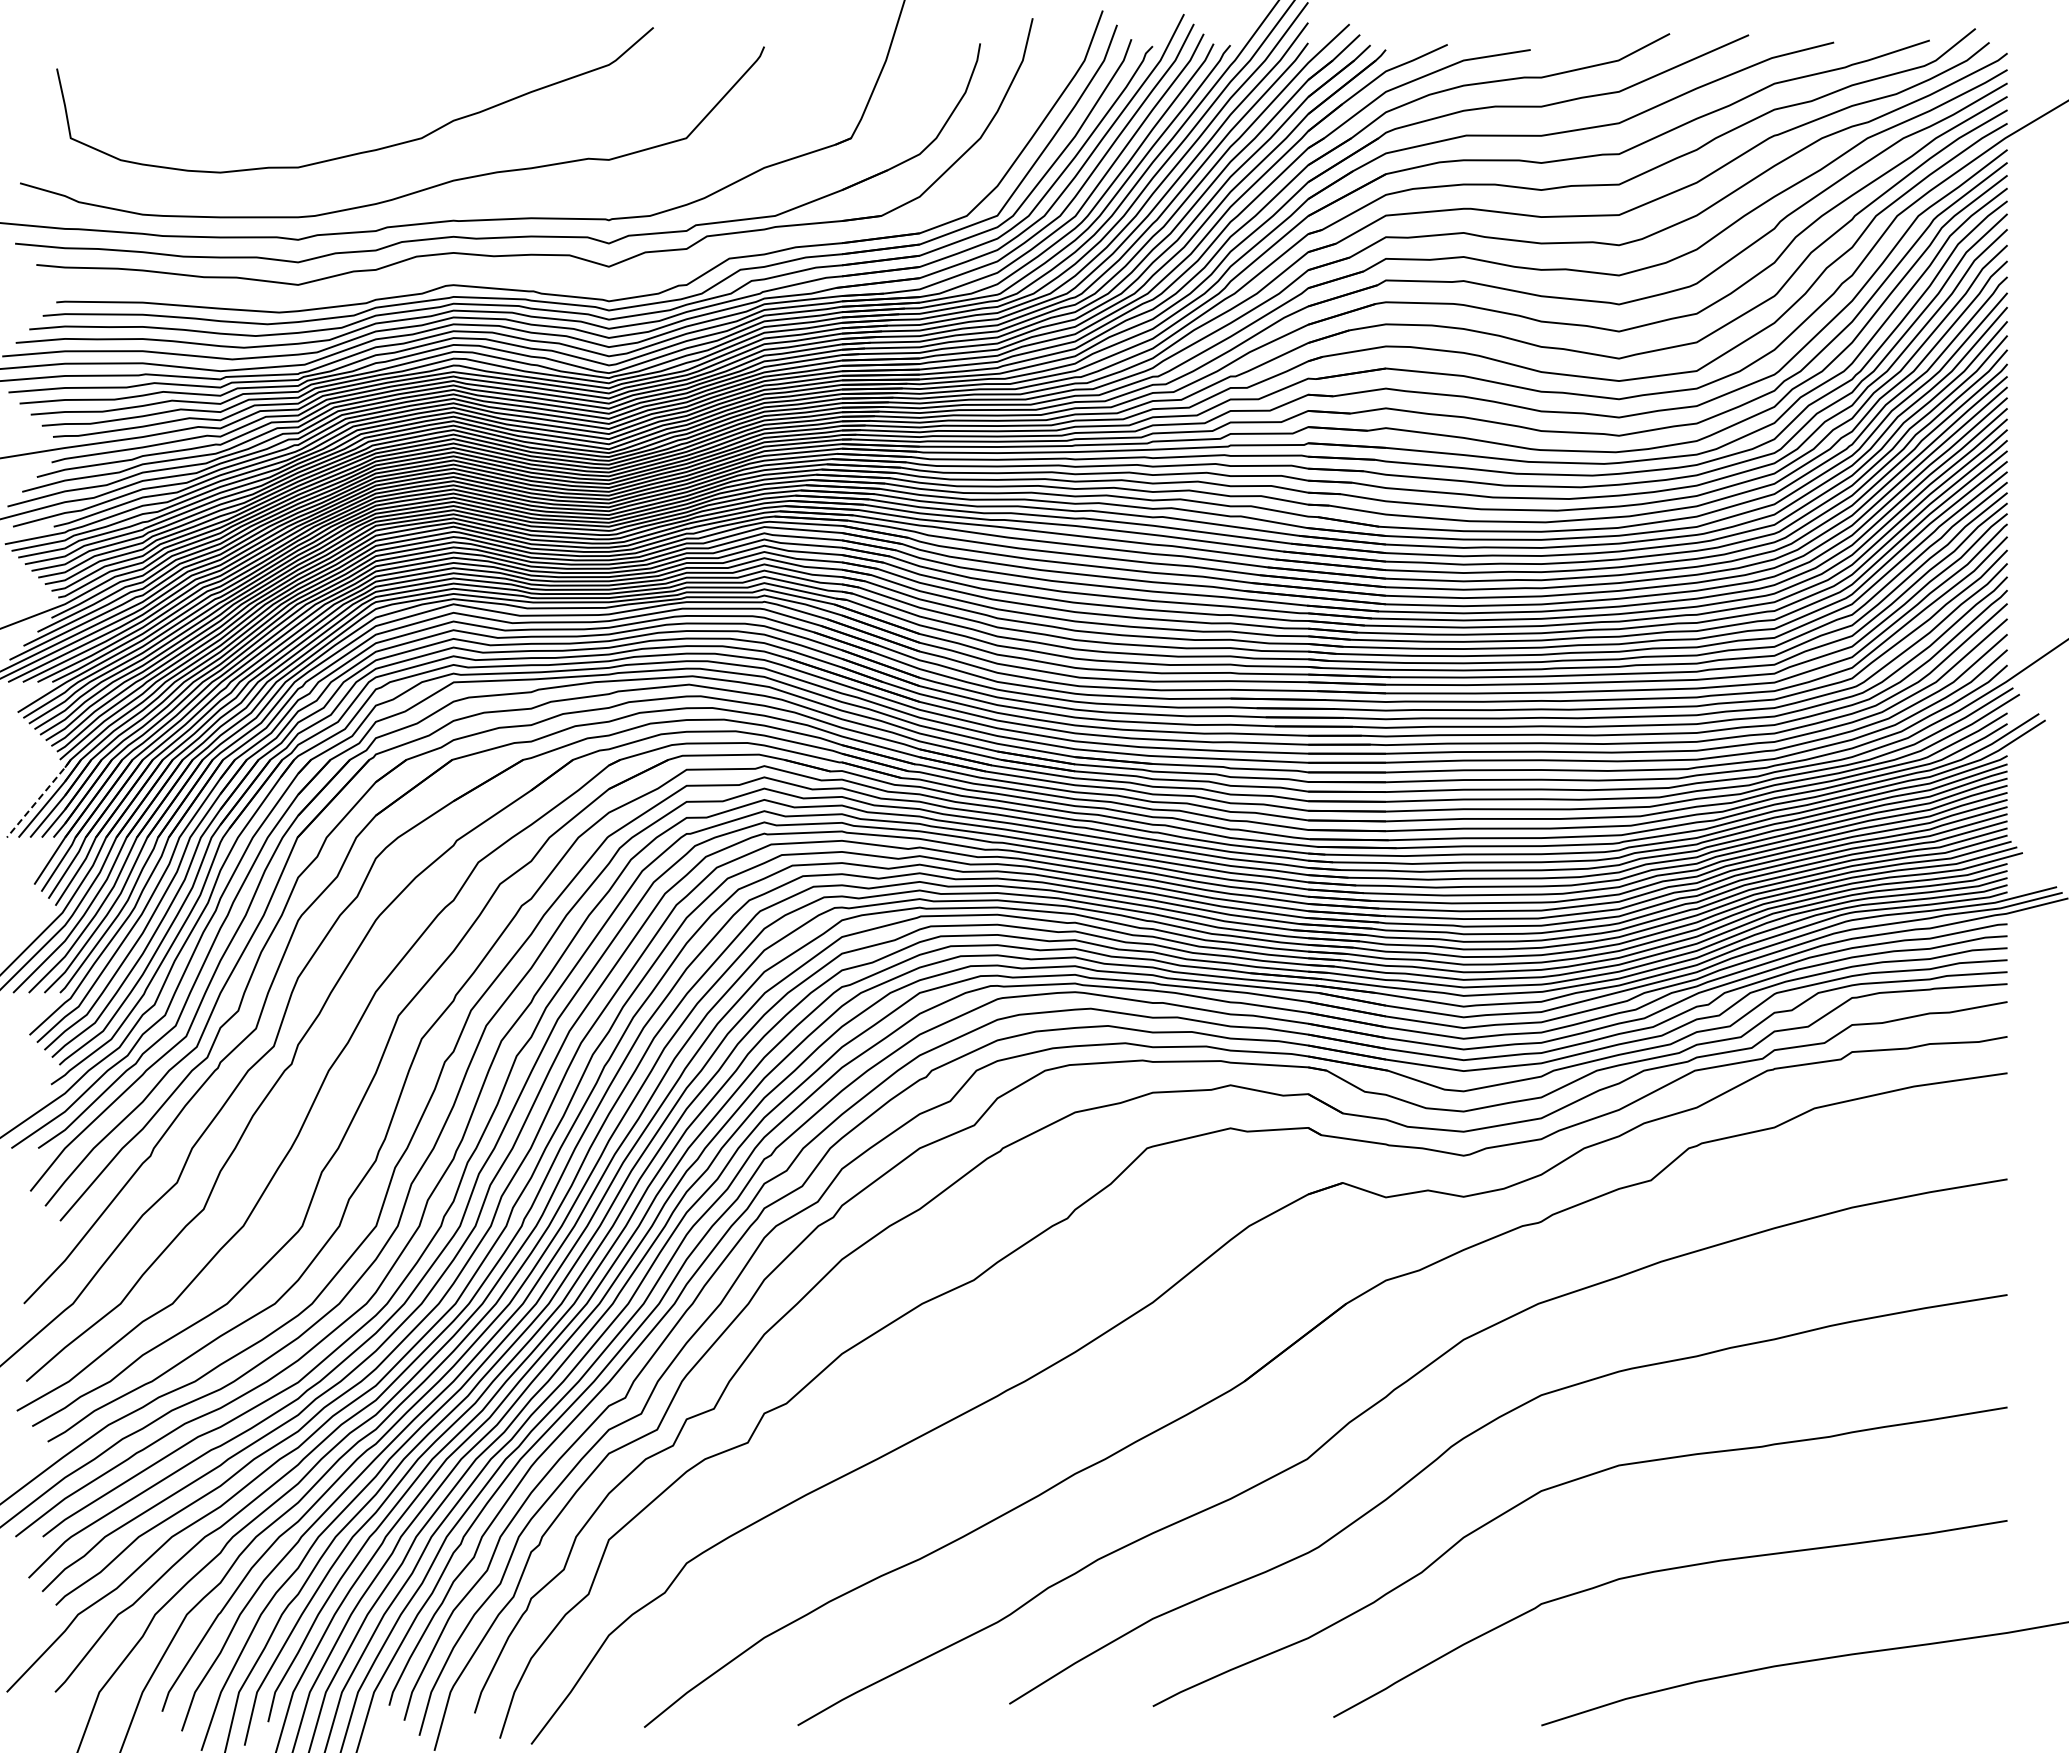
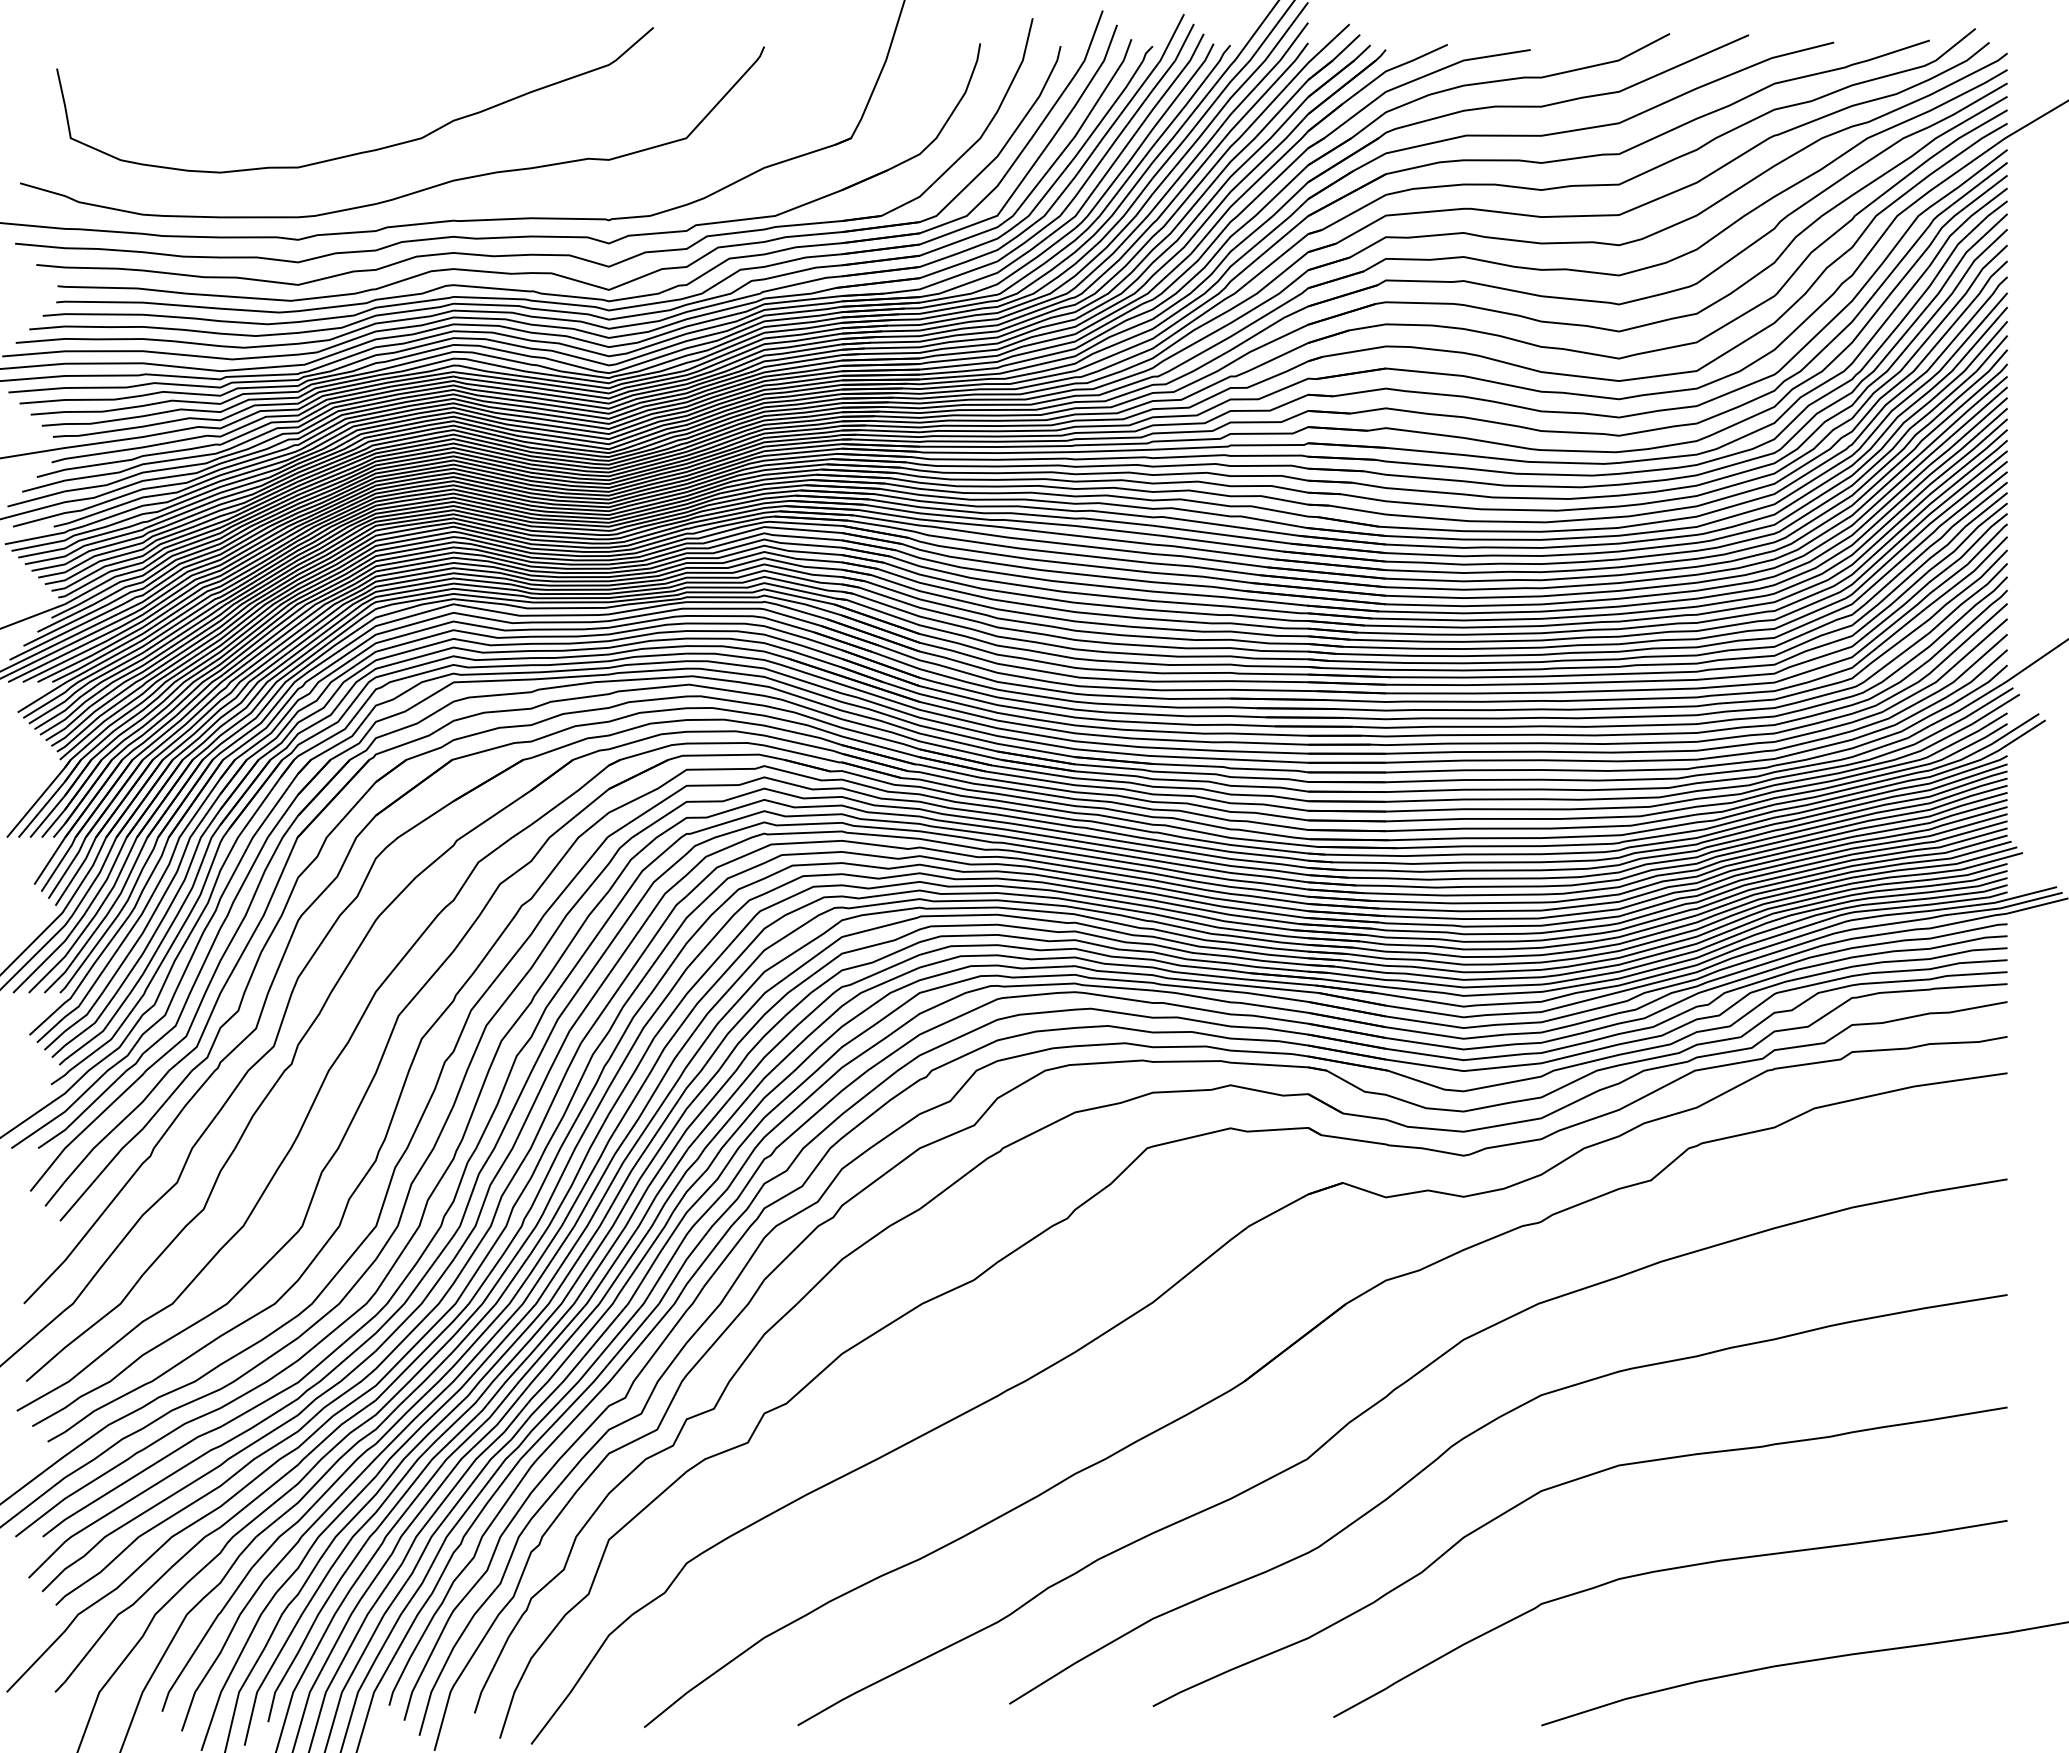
part at (552, 272): none -> present
line at (39, 798): dashed -> solid
